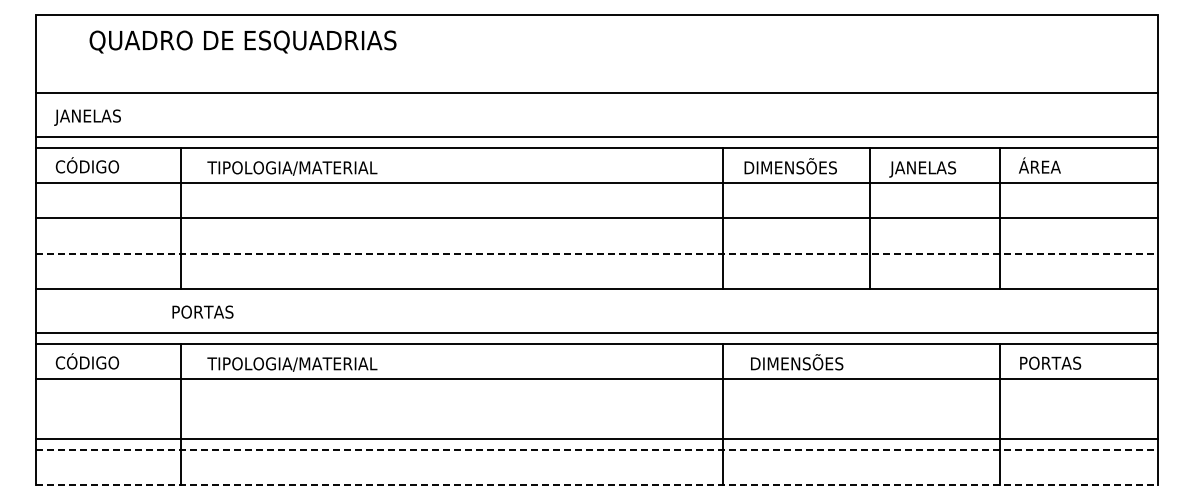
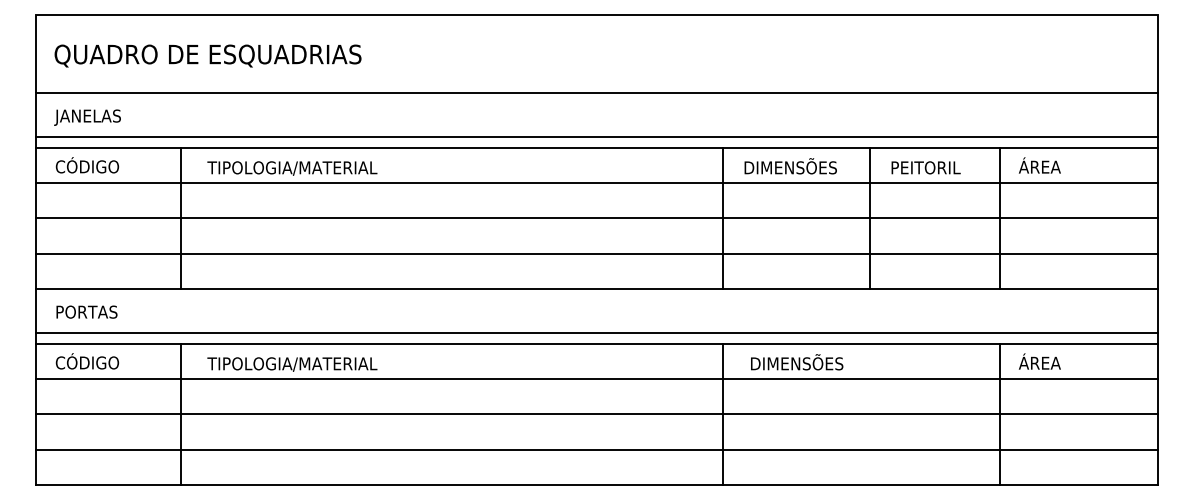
text at (242, 41) position: (242, 41) -> (207, 55)
text at (924, 169): JANELAS -> PEITORIL
line at (597, 253): dashed -> solid
text at (202, 311) position: (202, 311) -> (86, 311)
text at (1049, 361): PORTAS -> ÁREA
line at (596, 439) position: (596, 439) -> (596, 414)
line at (597, 449): dashed -> solid
line at (597, 485): dashed -> solid
